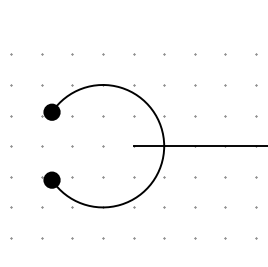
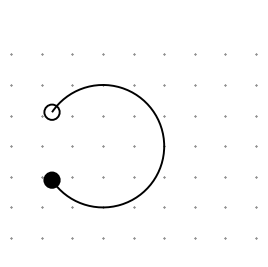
fill at (51, 111): present -> none
line at (198, 146): present -> none
